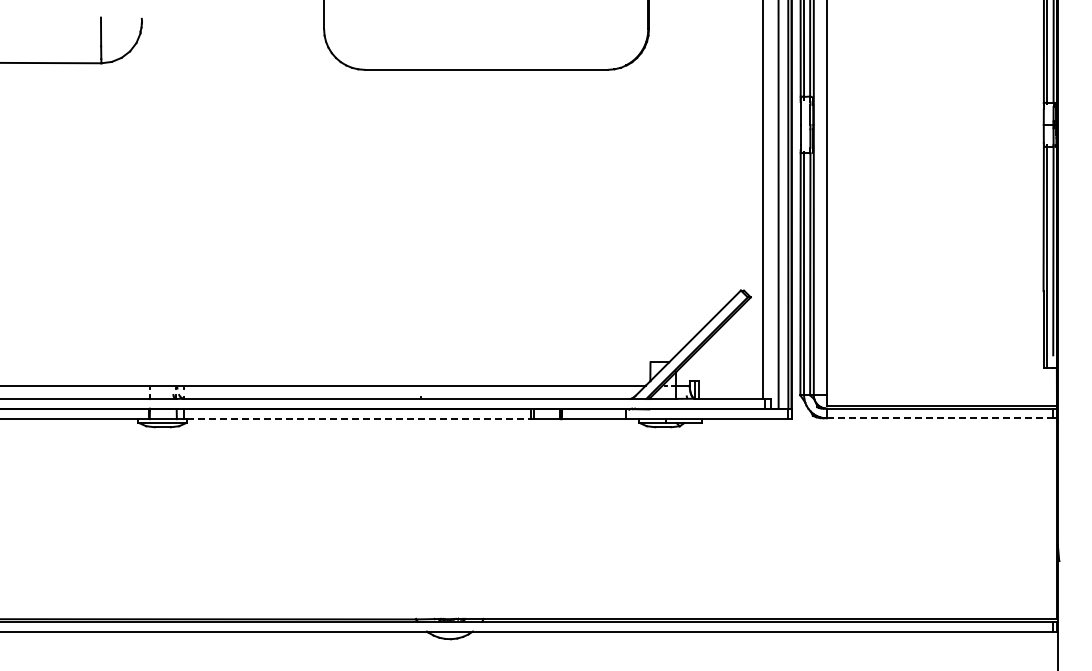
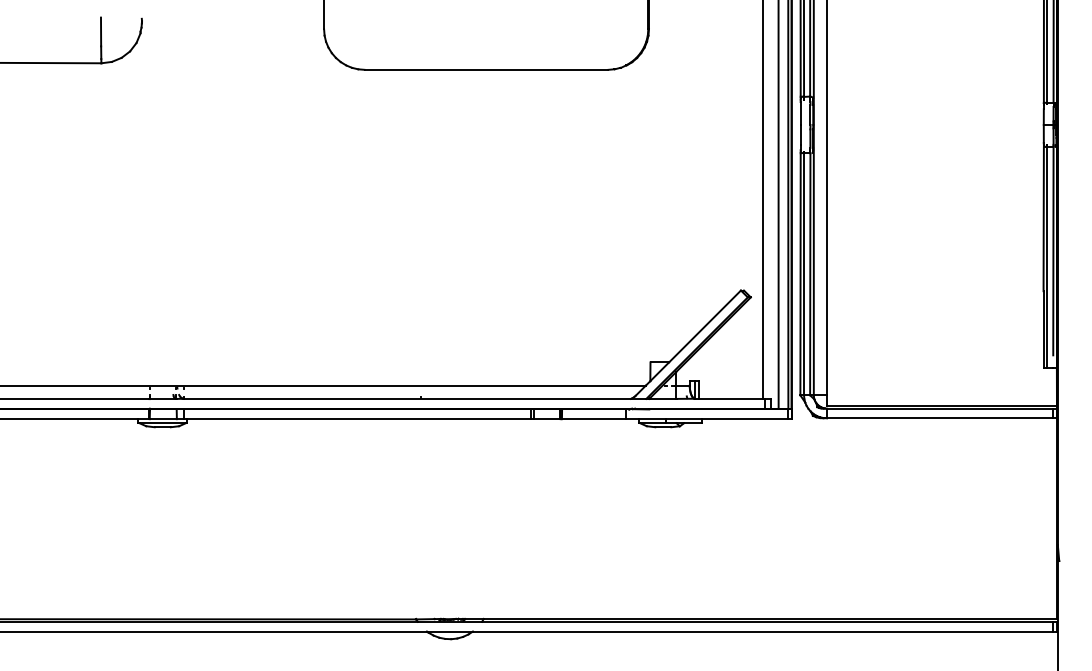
line at (940, 418): dashed -> solid
line at (359, 419): dashed -> solid
